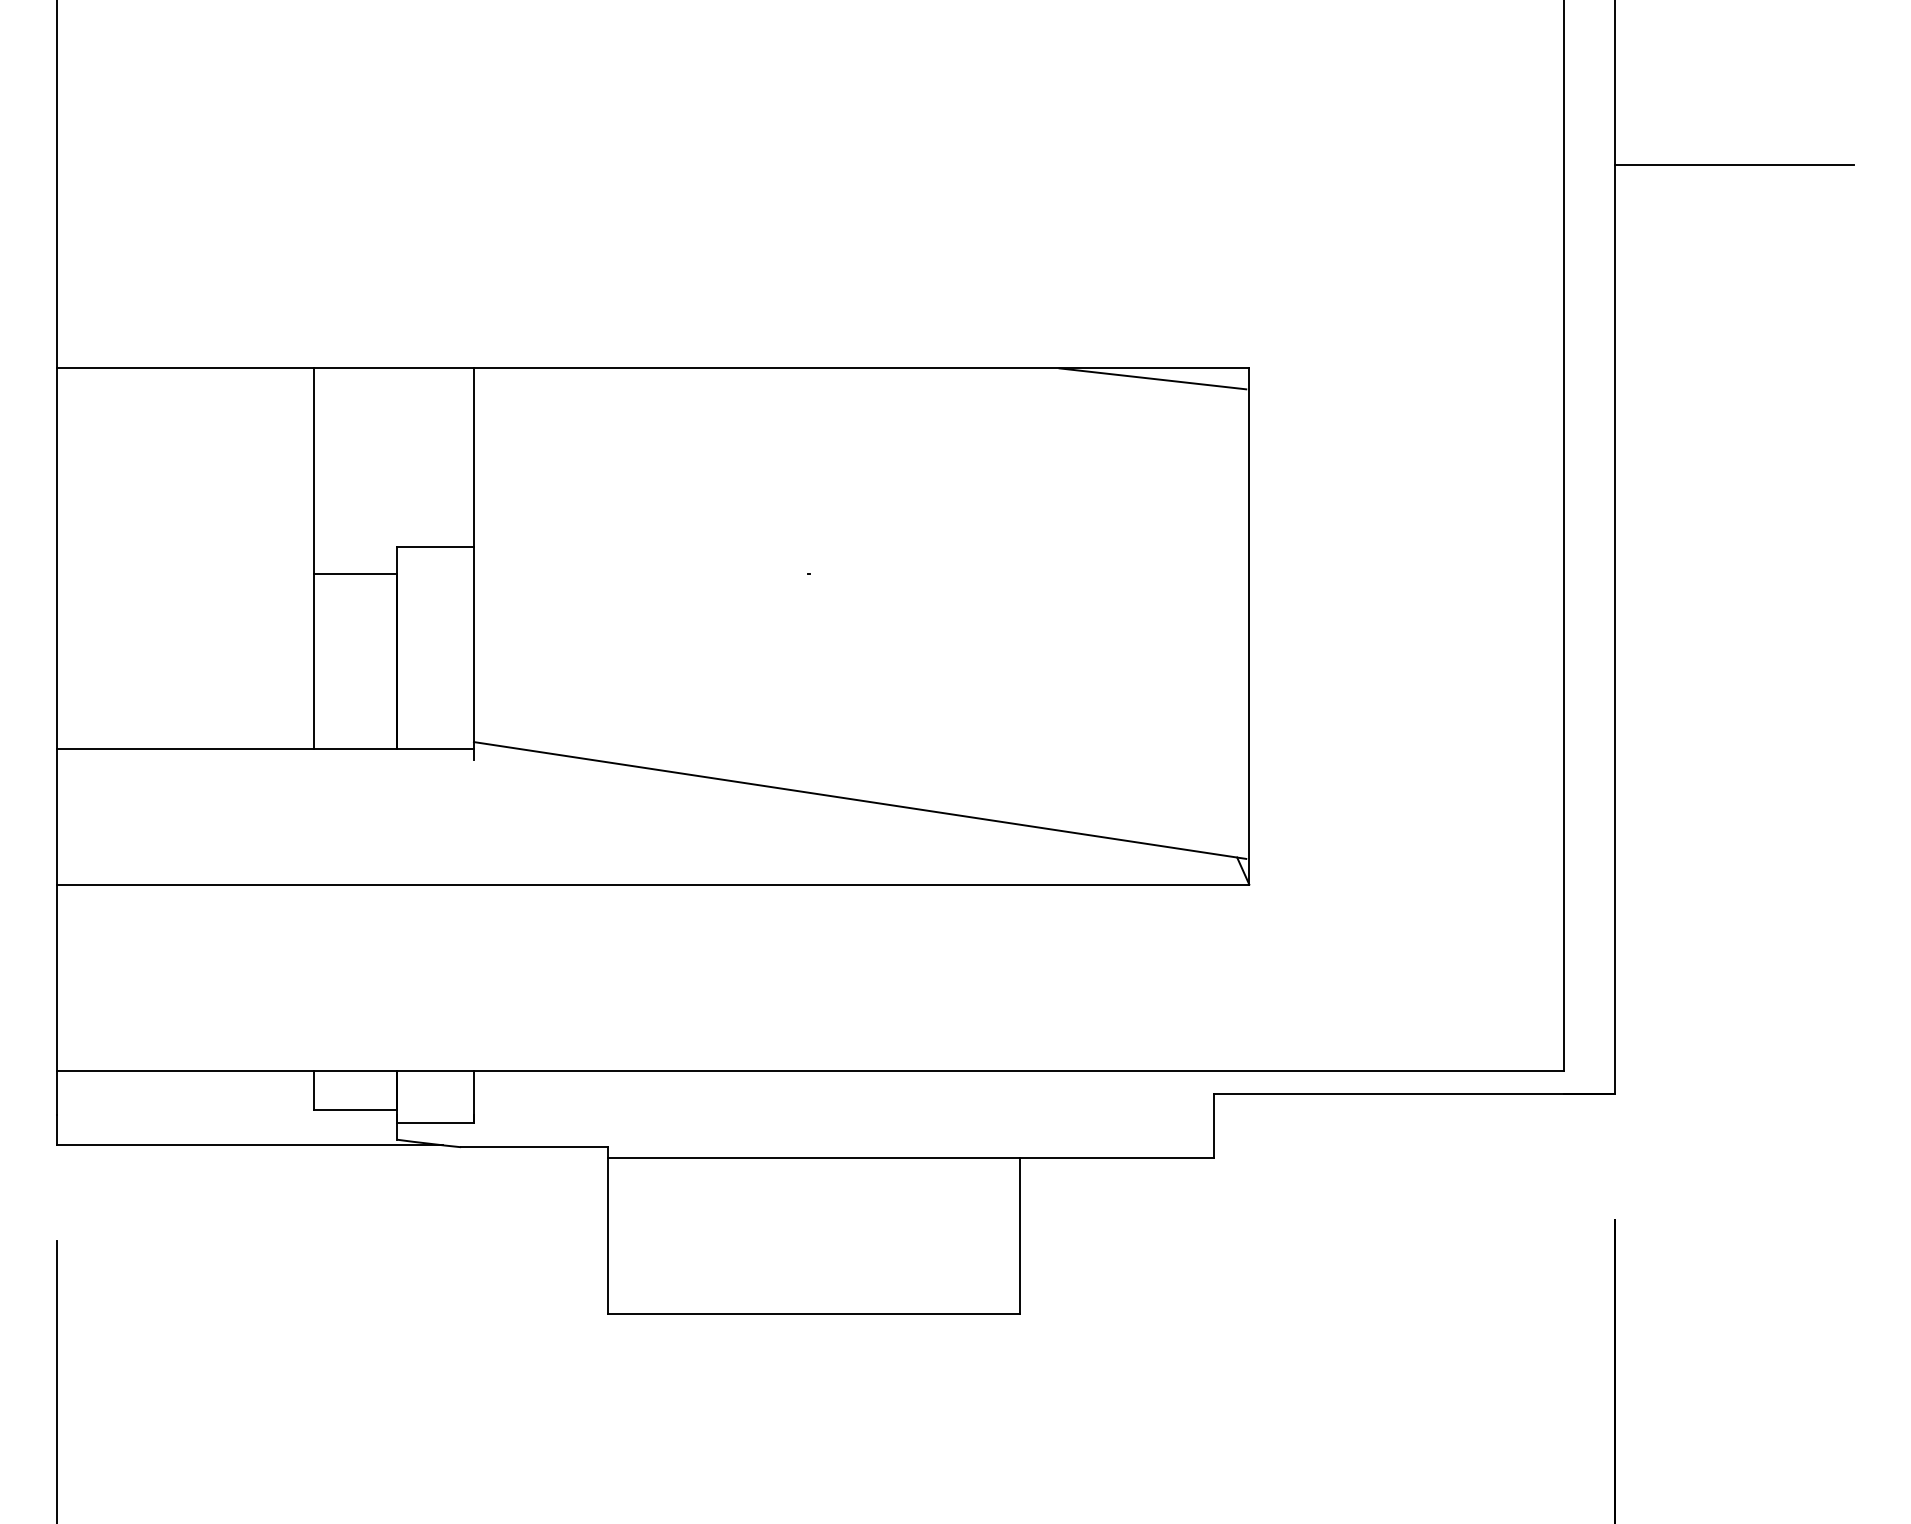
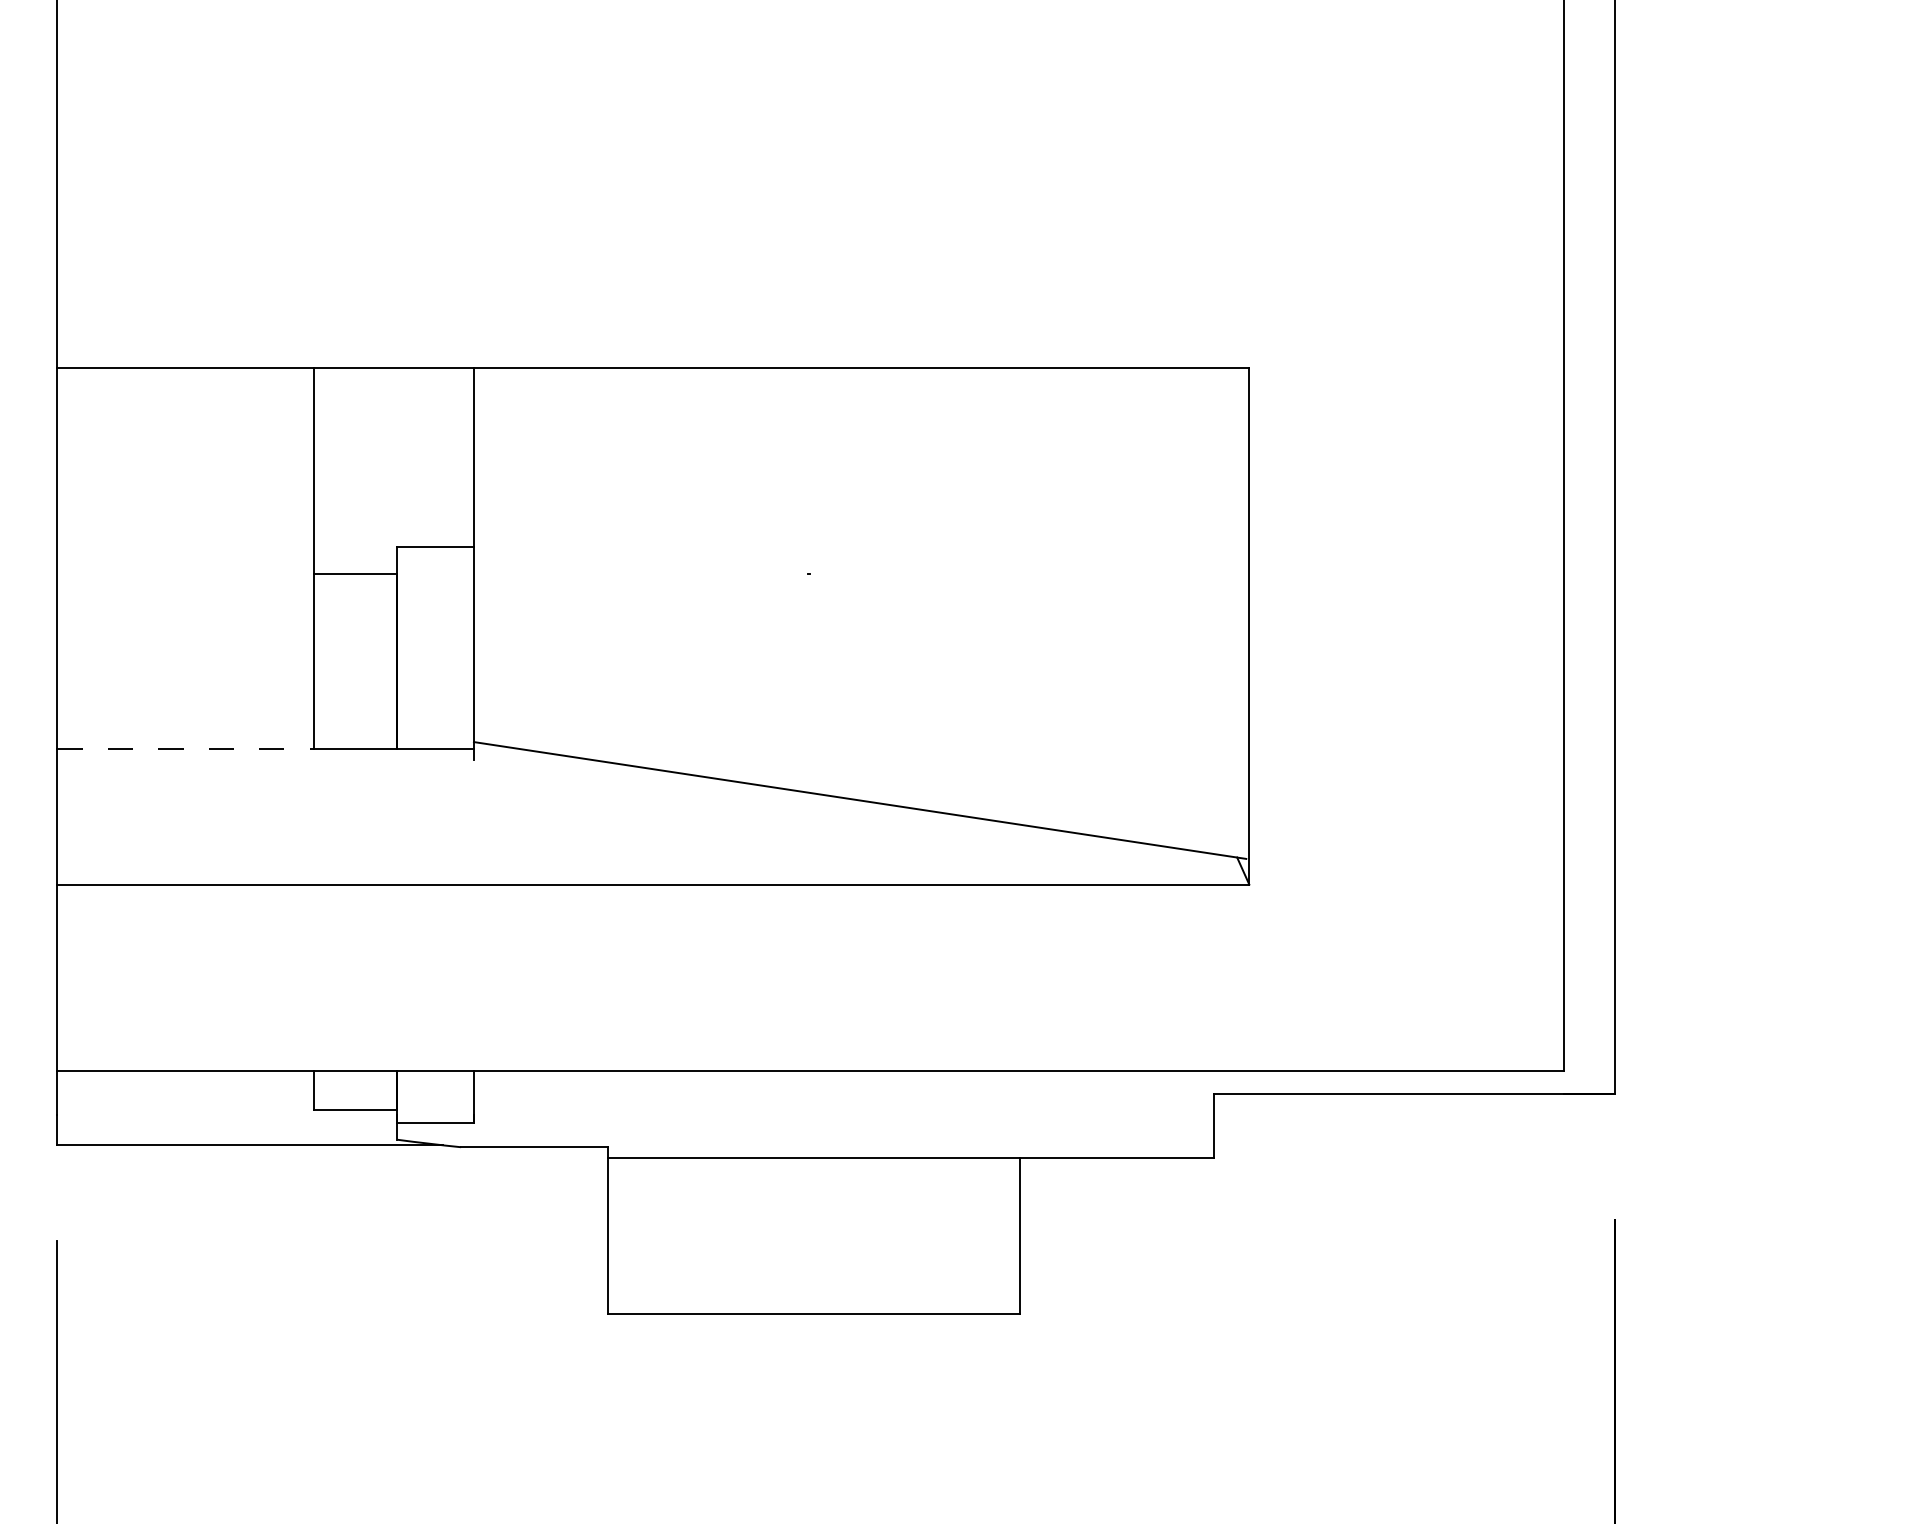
line at (1733, 164): present -> none
line at (1152, 378): present -> none
line at (186, 749): solid -> dashed
